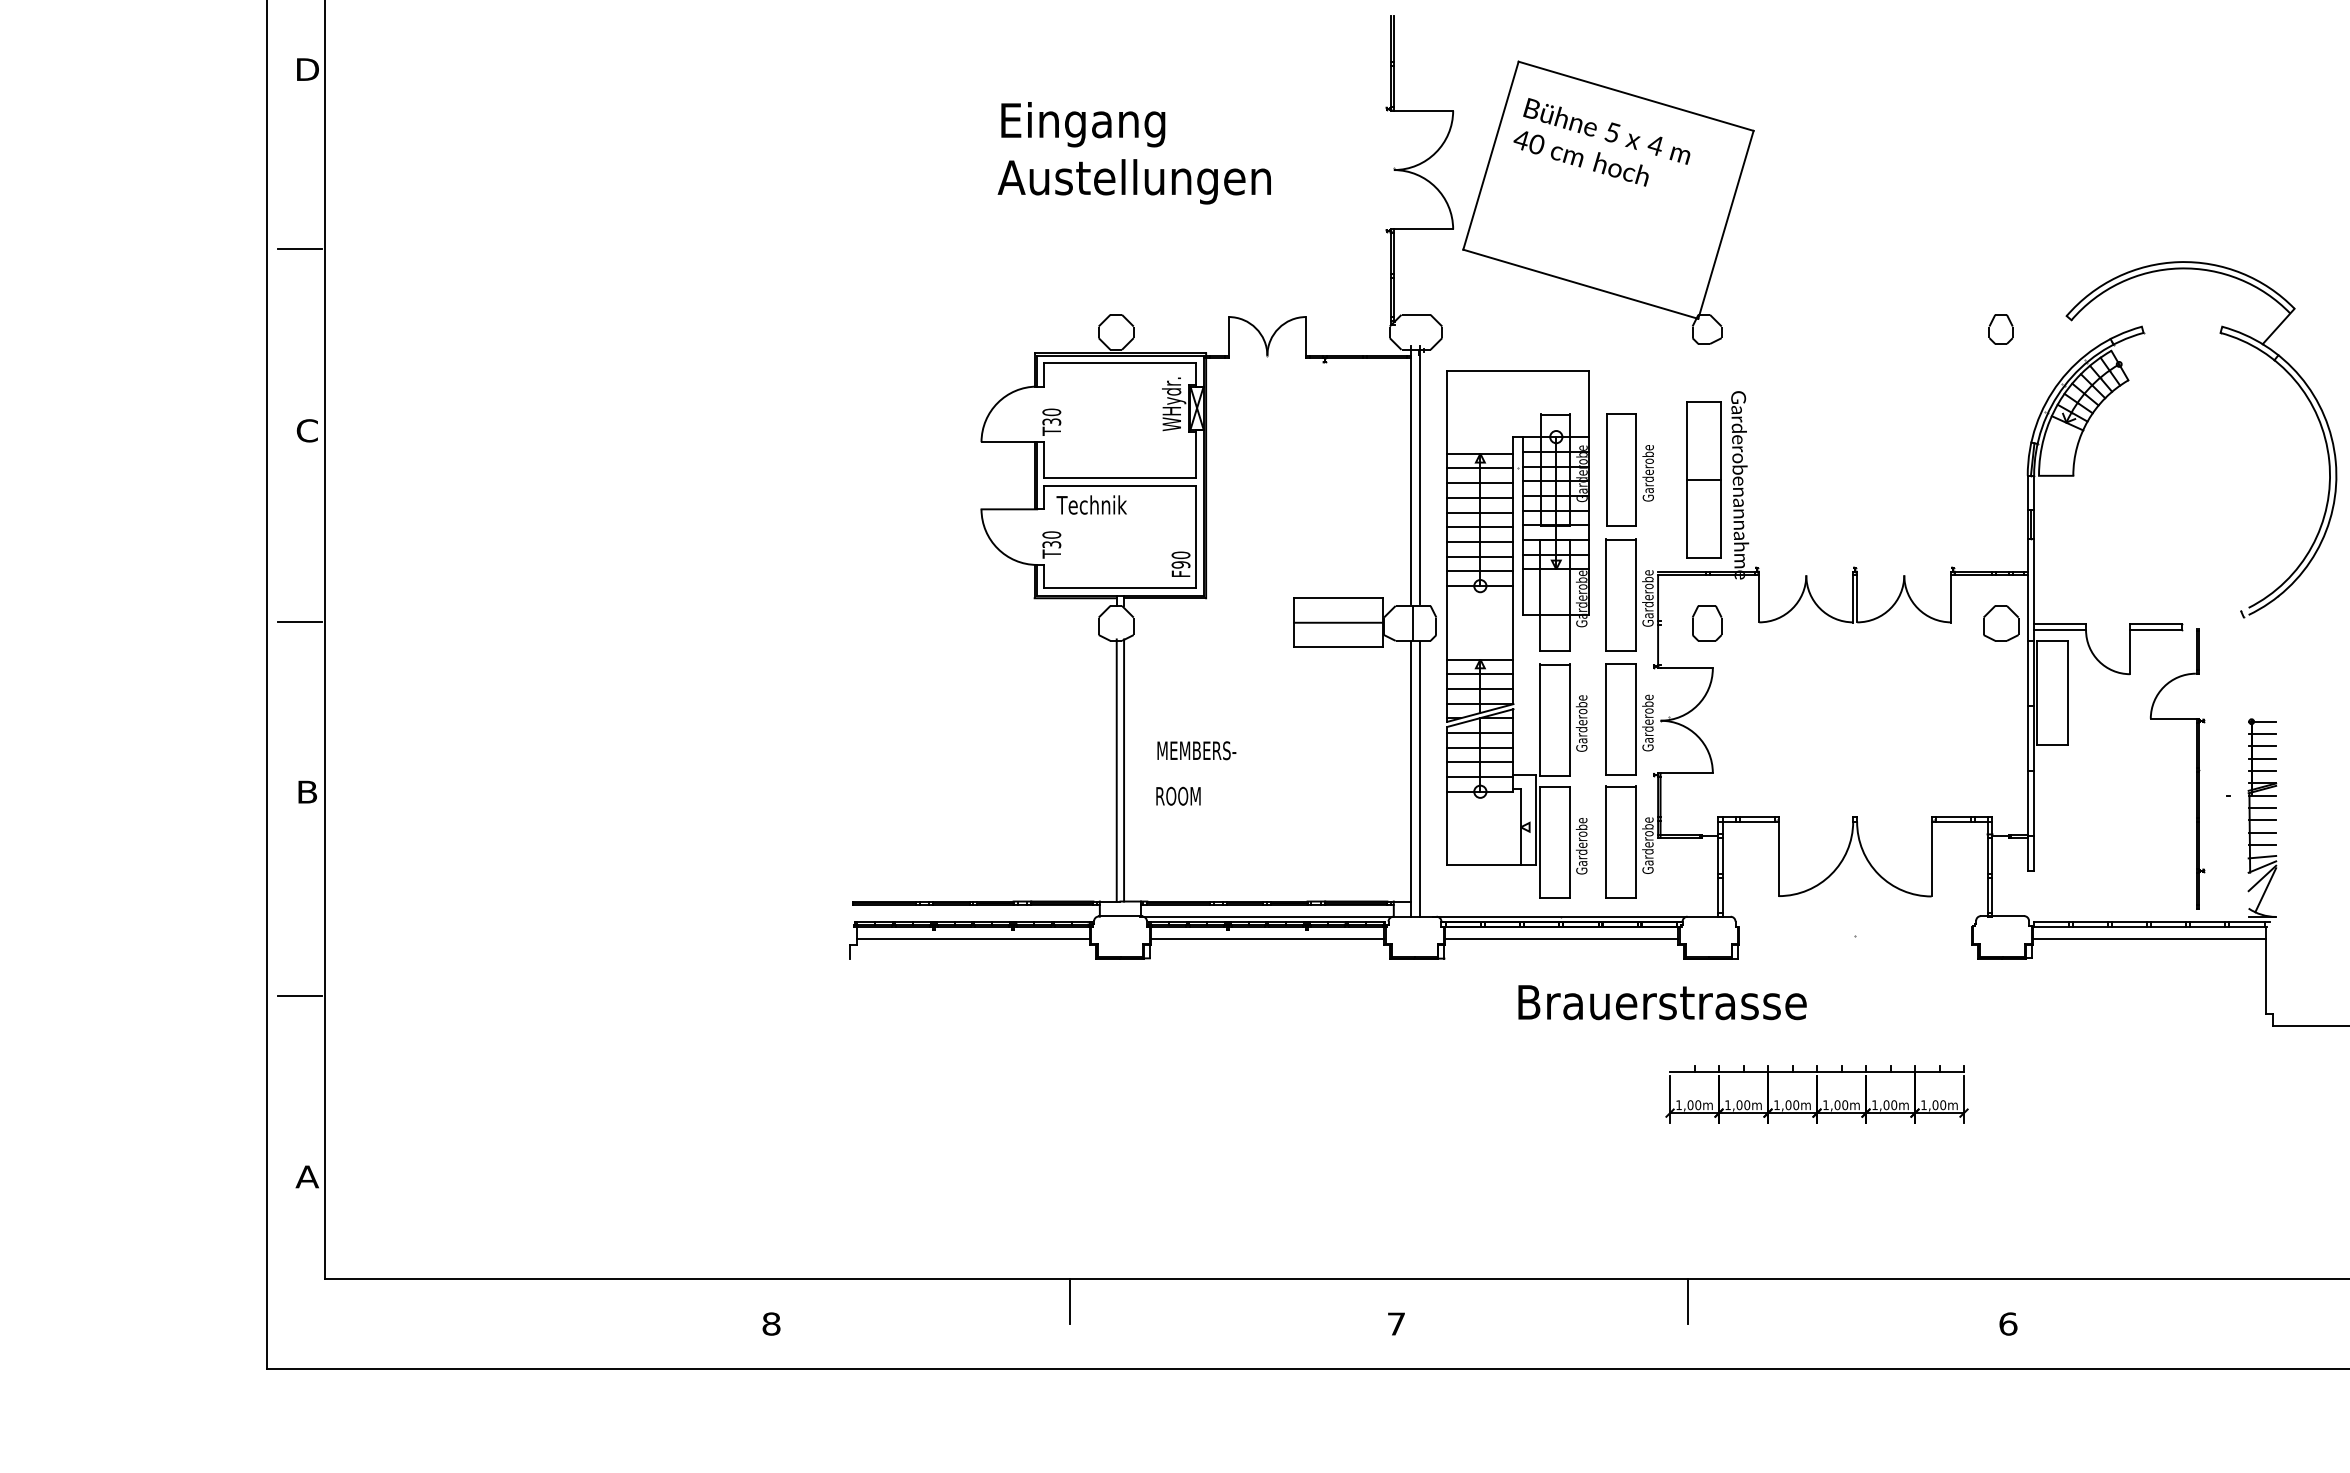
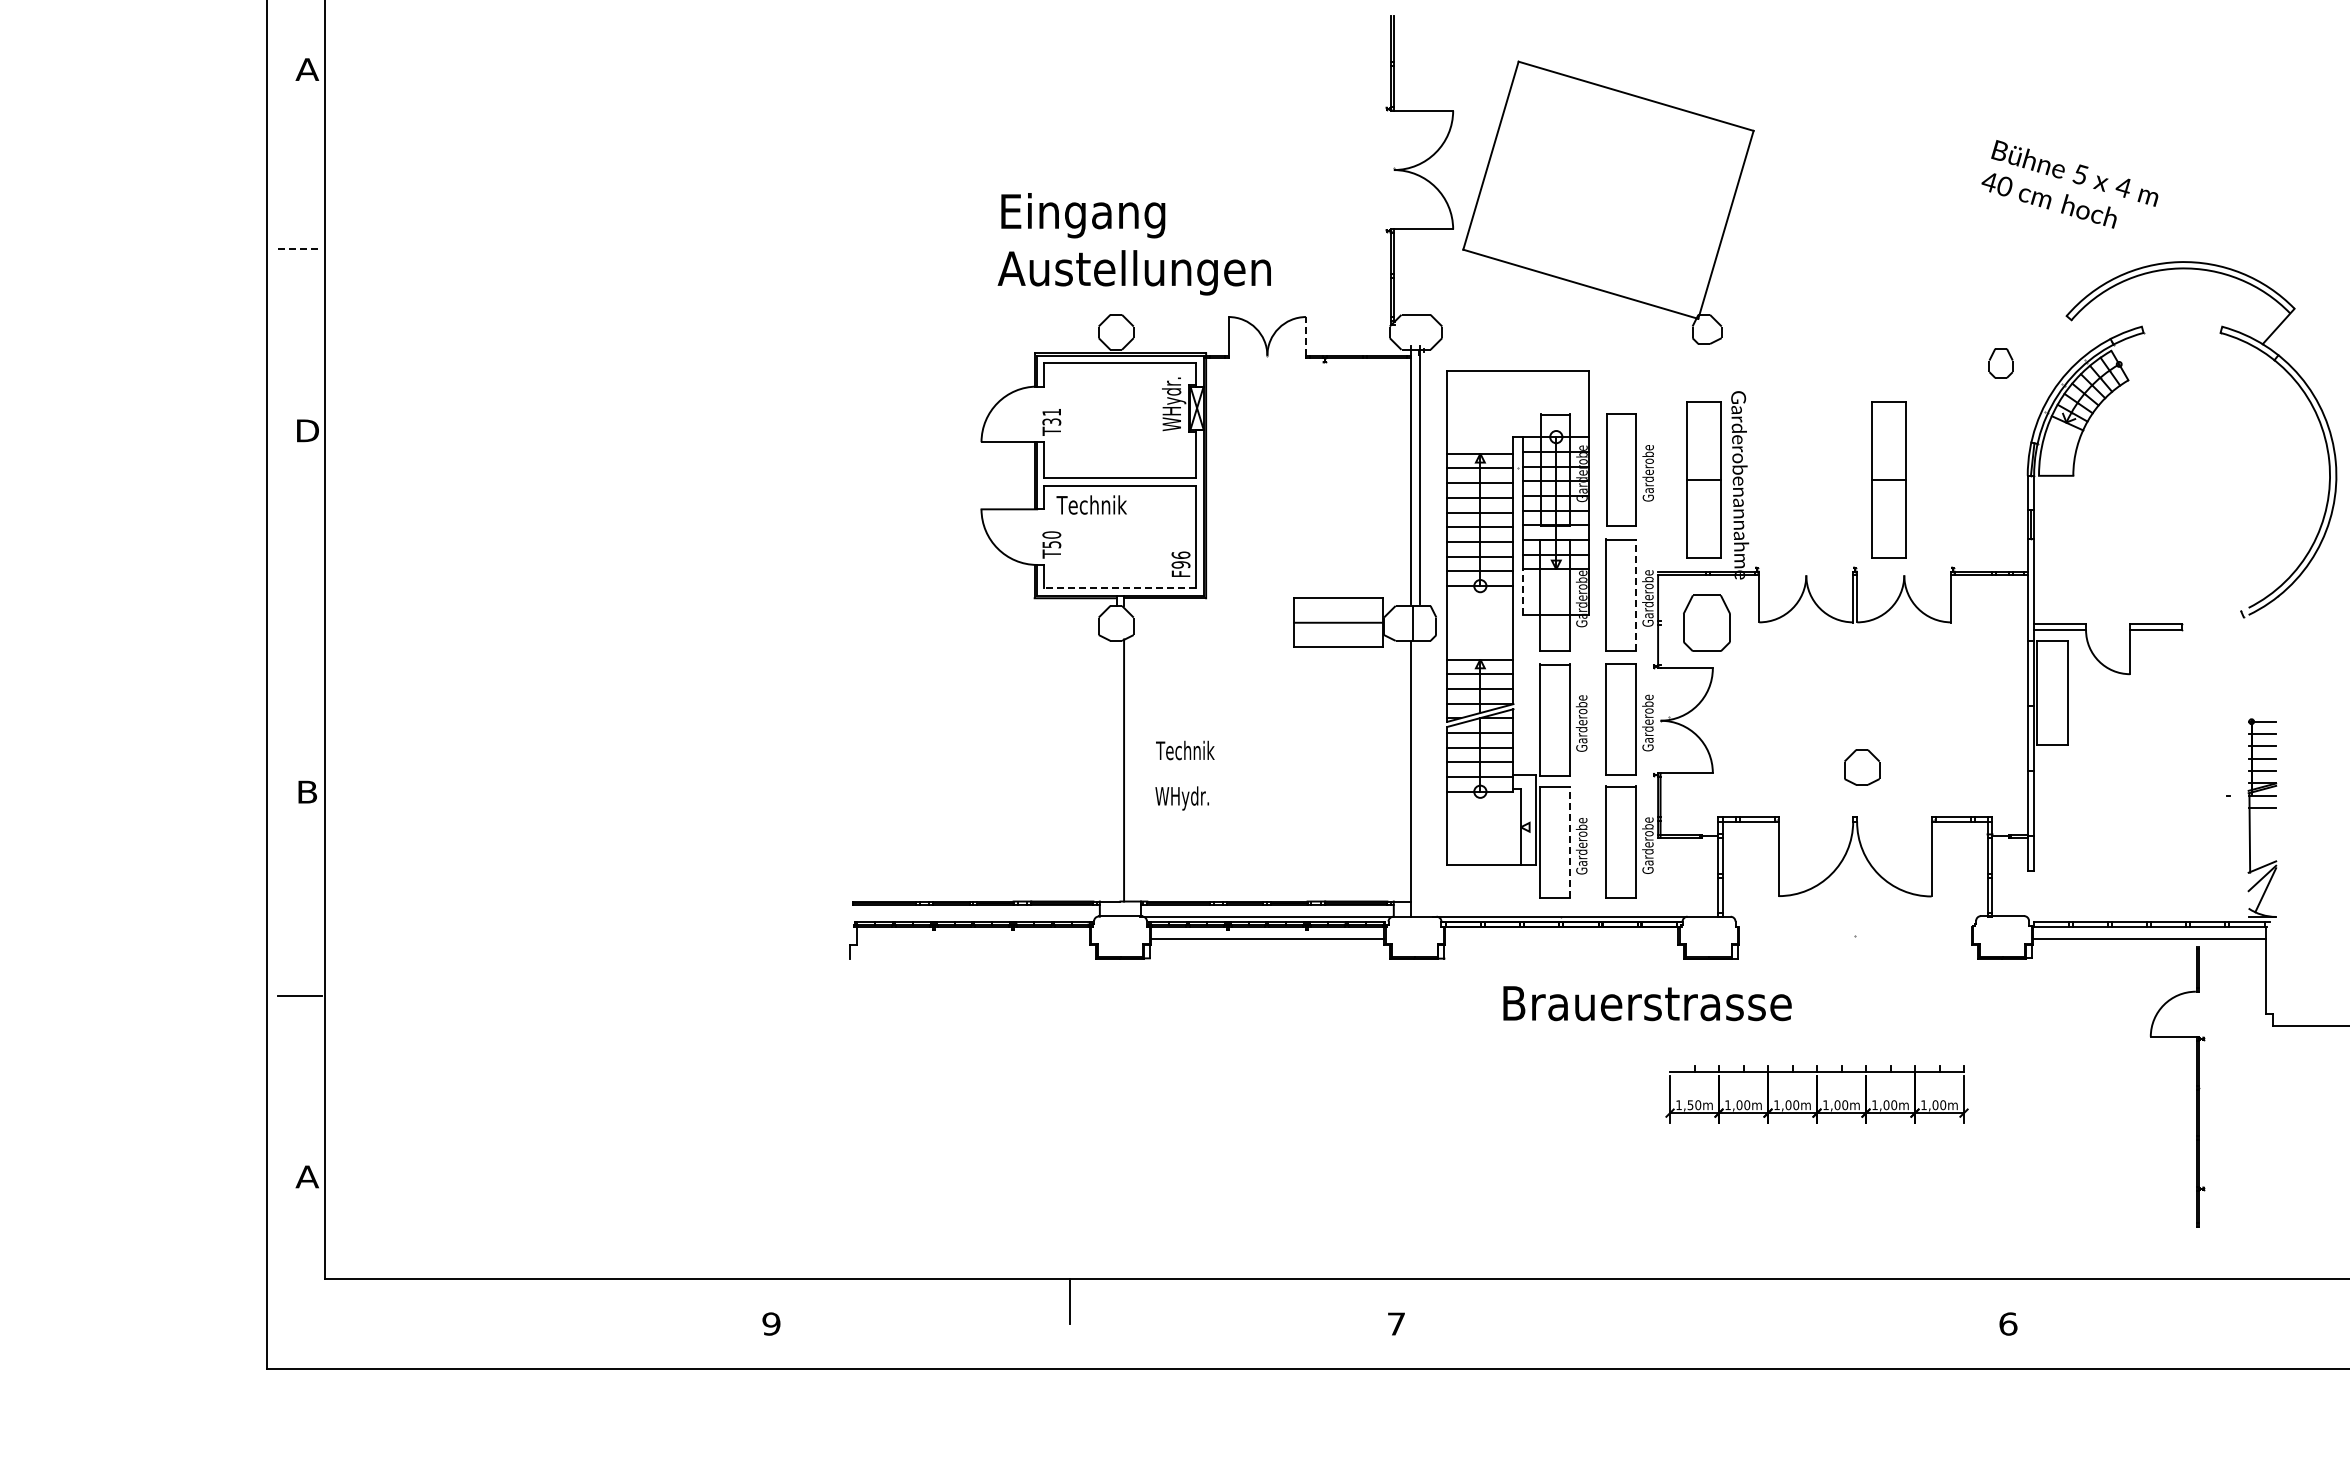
text at (307, 69): D -> A
text at (1601, 142) position: (1601, 142) -> (2069, 184)
text at (1133, 153) position: (1133, 153) -> (1133, 244)
line at (300, 248): solid -> dashed
part at (2000, 329) position: (2000, 329) -> (2000, 363)
line at (1306, 335): solid -> dashed
text at (1051, 412): T30 -> T31
text at (307, 430): C -> D
part at (1888, 479): none -> present
text at (1051, 544): T30 -> T50
text at (1180, 554): F90 -> F96
line at (1120, 588): solid -> dashed
line at (1523, 592): solid -> dashed
line at (1635, 594): solid -> dashed
line at (299, 622): present -> none
part at (1707, 623) size: 31x37 px -> 48x58 px
part at (2001, 623) position: (2001, 623) -> (1862, 767)
text at (1196, 750): MEMBERS- -> Technik
part at (2196, 768) position: (2196, 768) -> (2196, 1086)
line at (1116, 770): present -> none
line at (1419, 778): present -> none
text at (1181, 798): ROOM -> WHydr.
line at (2262, 820): present -> none
line at (2262, 832): present -> none
line at (1569, 842): solid -> dashed
line at (2262, 845): present -> none
line at (2262, 856): present -> none
line at (973, 939): present -> none
line at (1560, 939): present -> none
text at (1662, 1002) position: (1662, 1002) -> (1647, 1003)
text at (1690, 1105): 1,00m -> 1,50m
line at (1688, 1301): present -> none
text at (771, 1323): 8 -> 9
